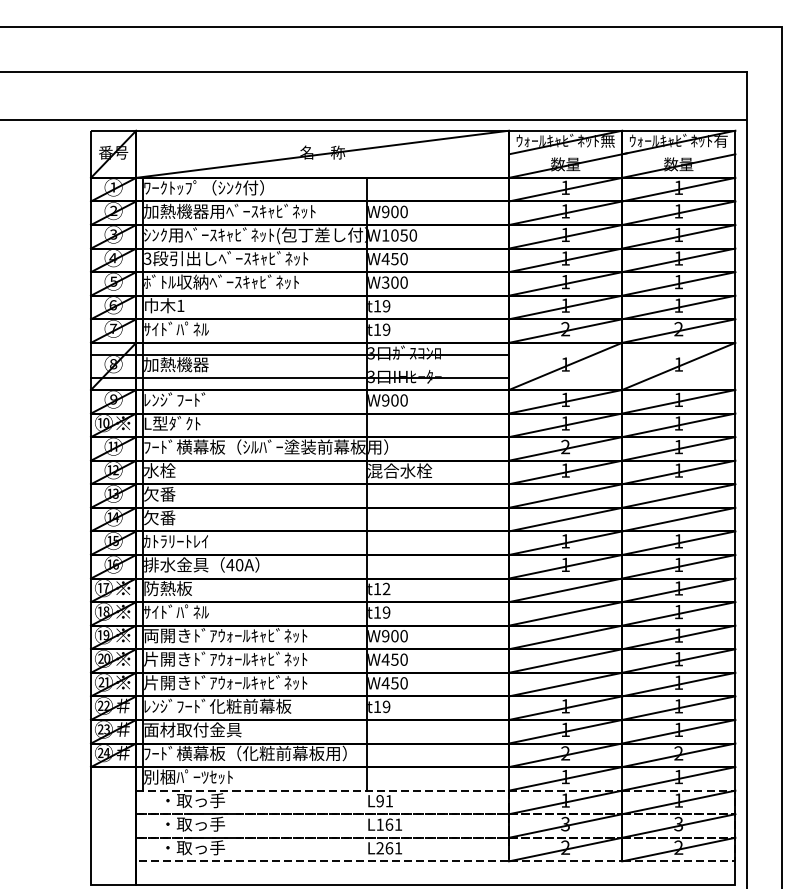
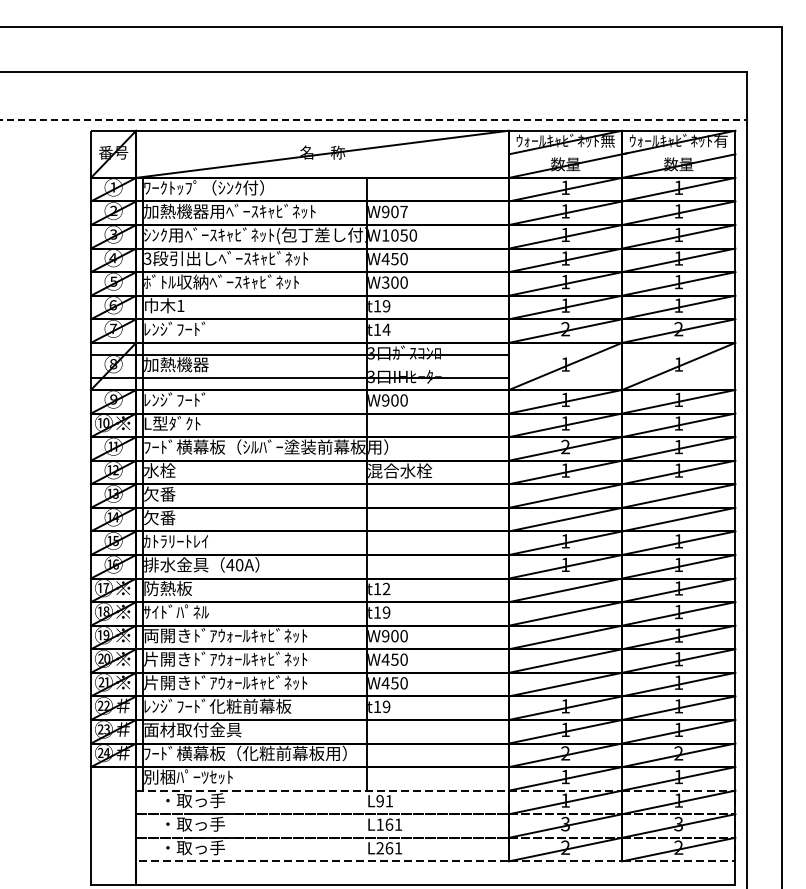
line at (374, 120): solid -> dashed
text at (403, 211): W900 -> W907
text at (176, 328): ｻｲﾄﾞﾊﾟﾈﾙ -> ﾚﾝｼﾞﾌｰﾄﾞ
text at (386, 329): t19 -> t14
